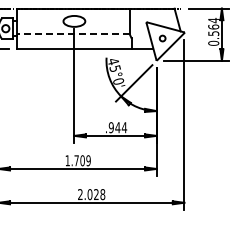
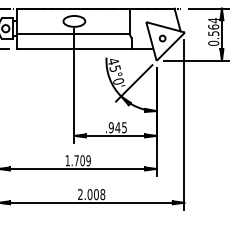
line at (72, 34): dashed -> solid
text at (124, 127): .944 -> .945
text at (96, 194): 2.028 -> 2.008
